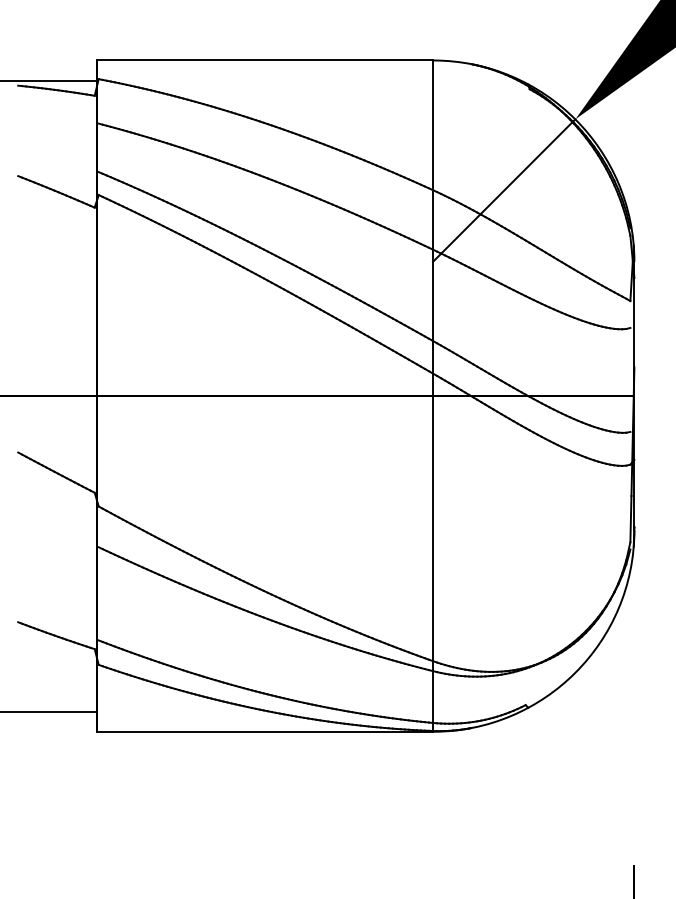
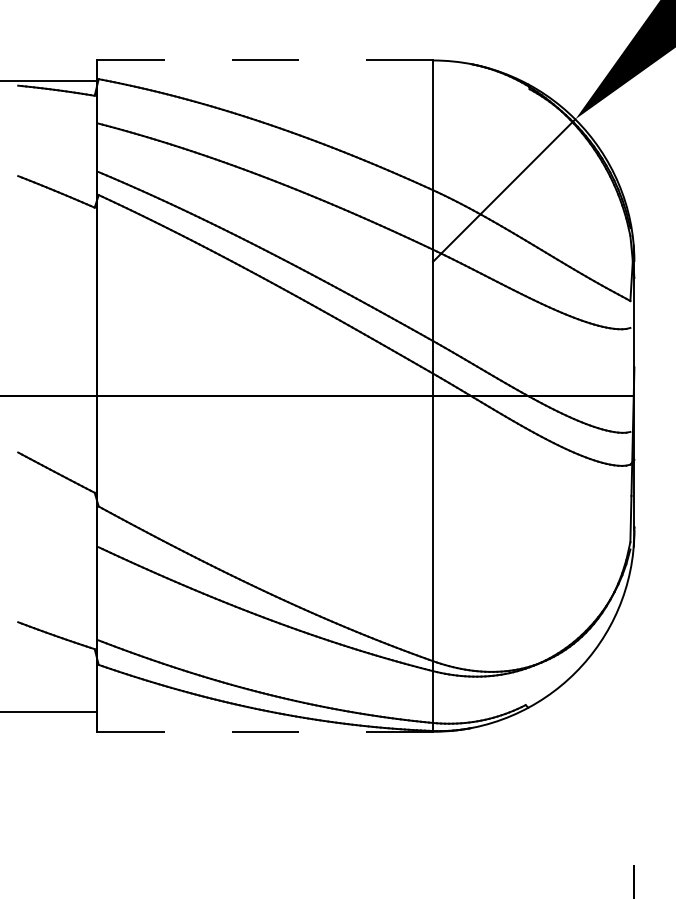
line at (265, 60): solid -> dashed
line at (265, 731): solid -> dashed
